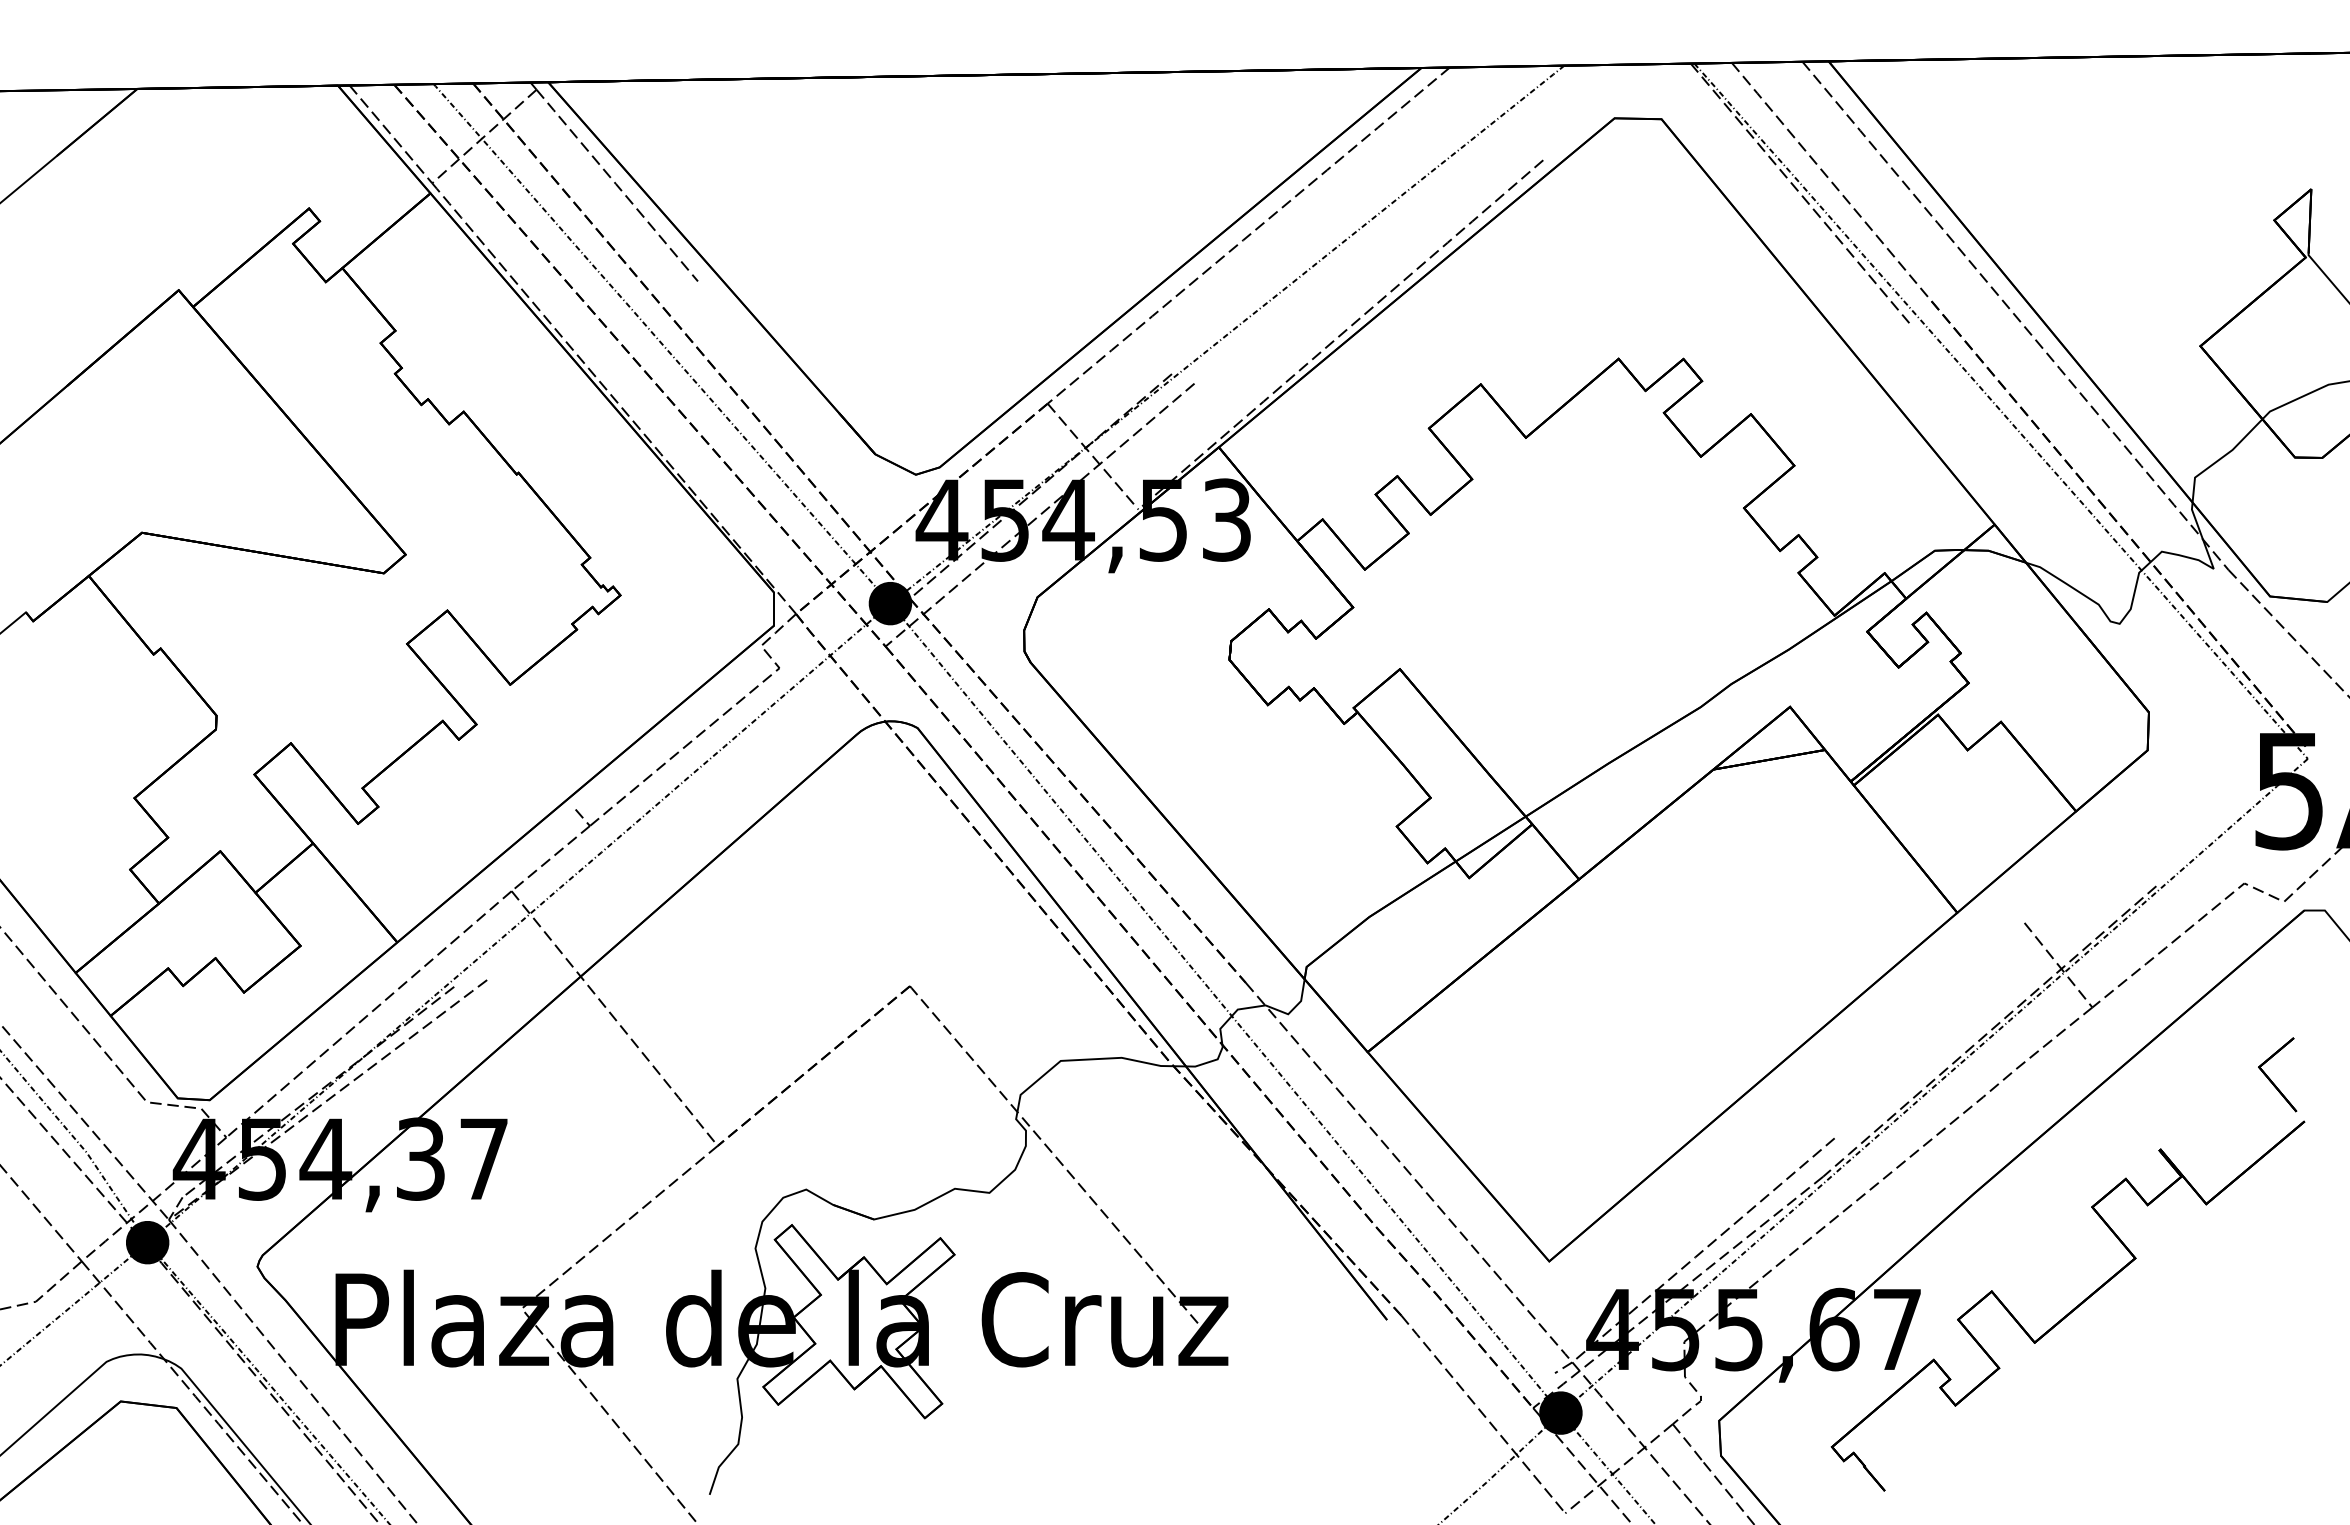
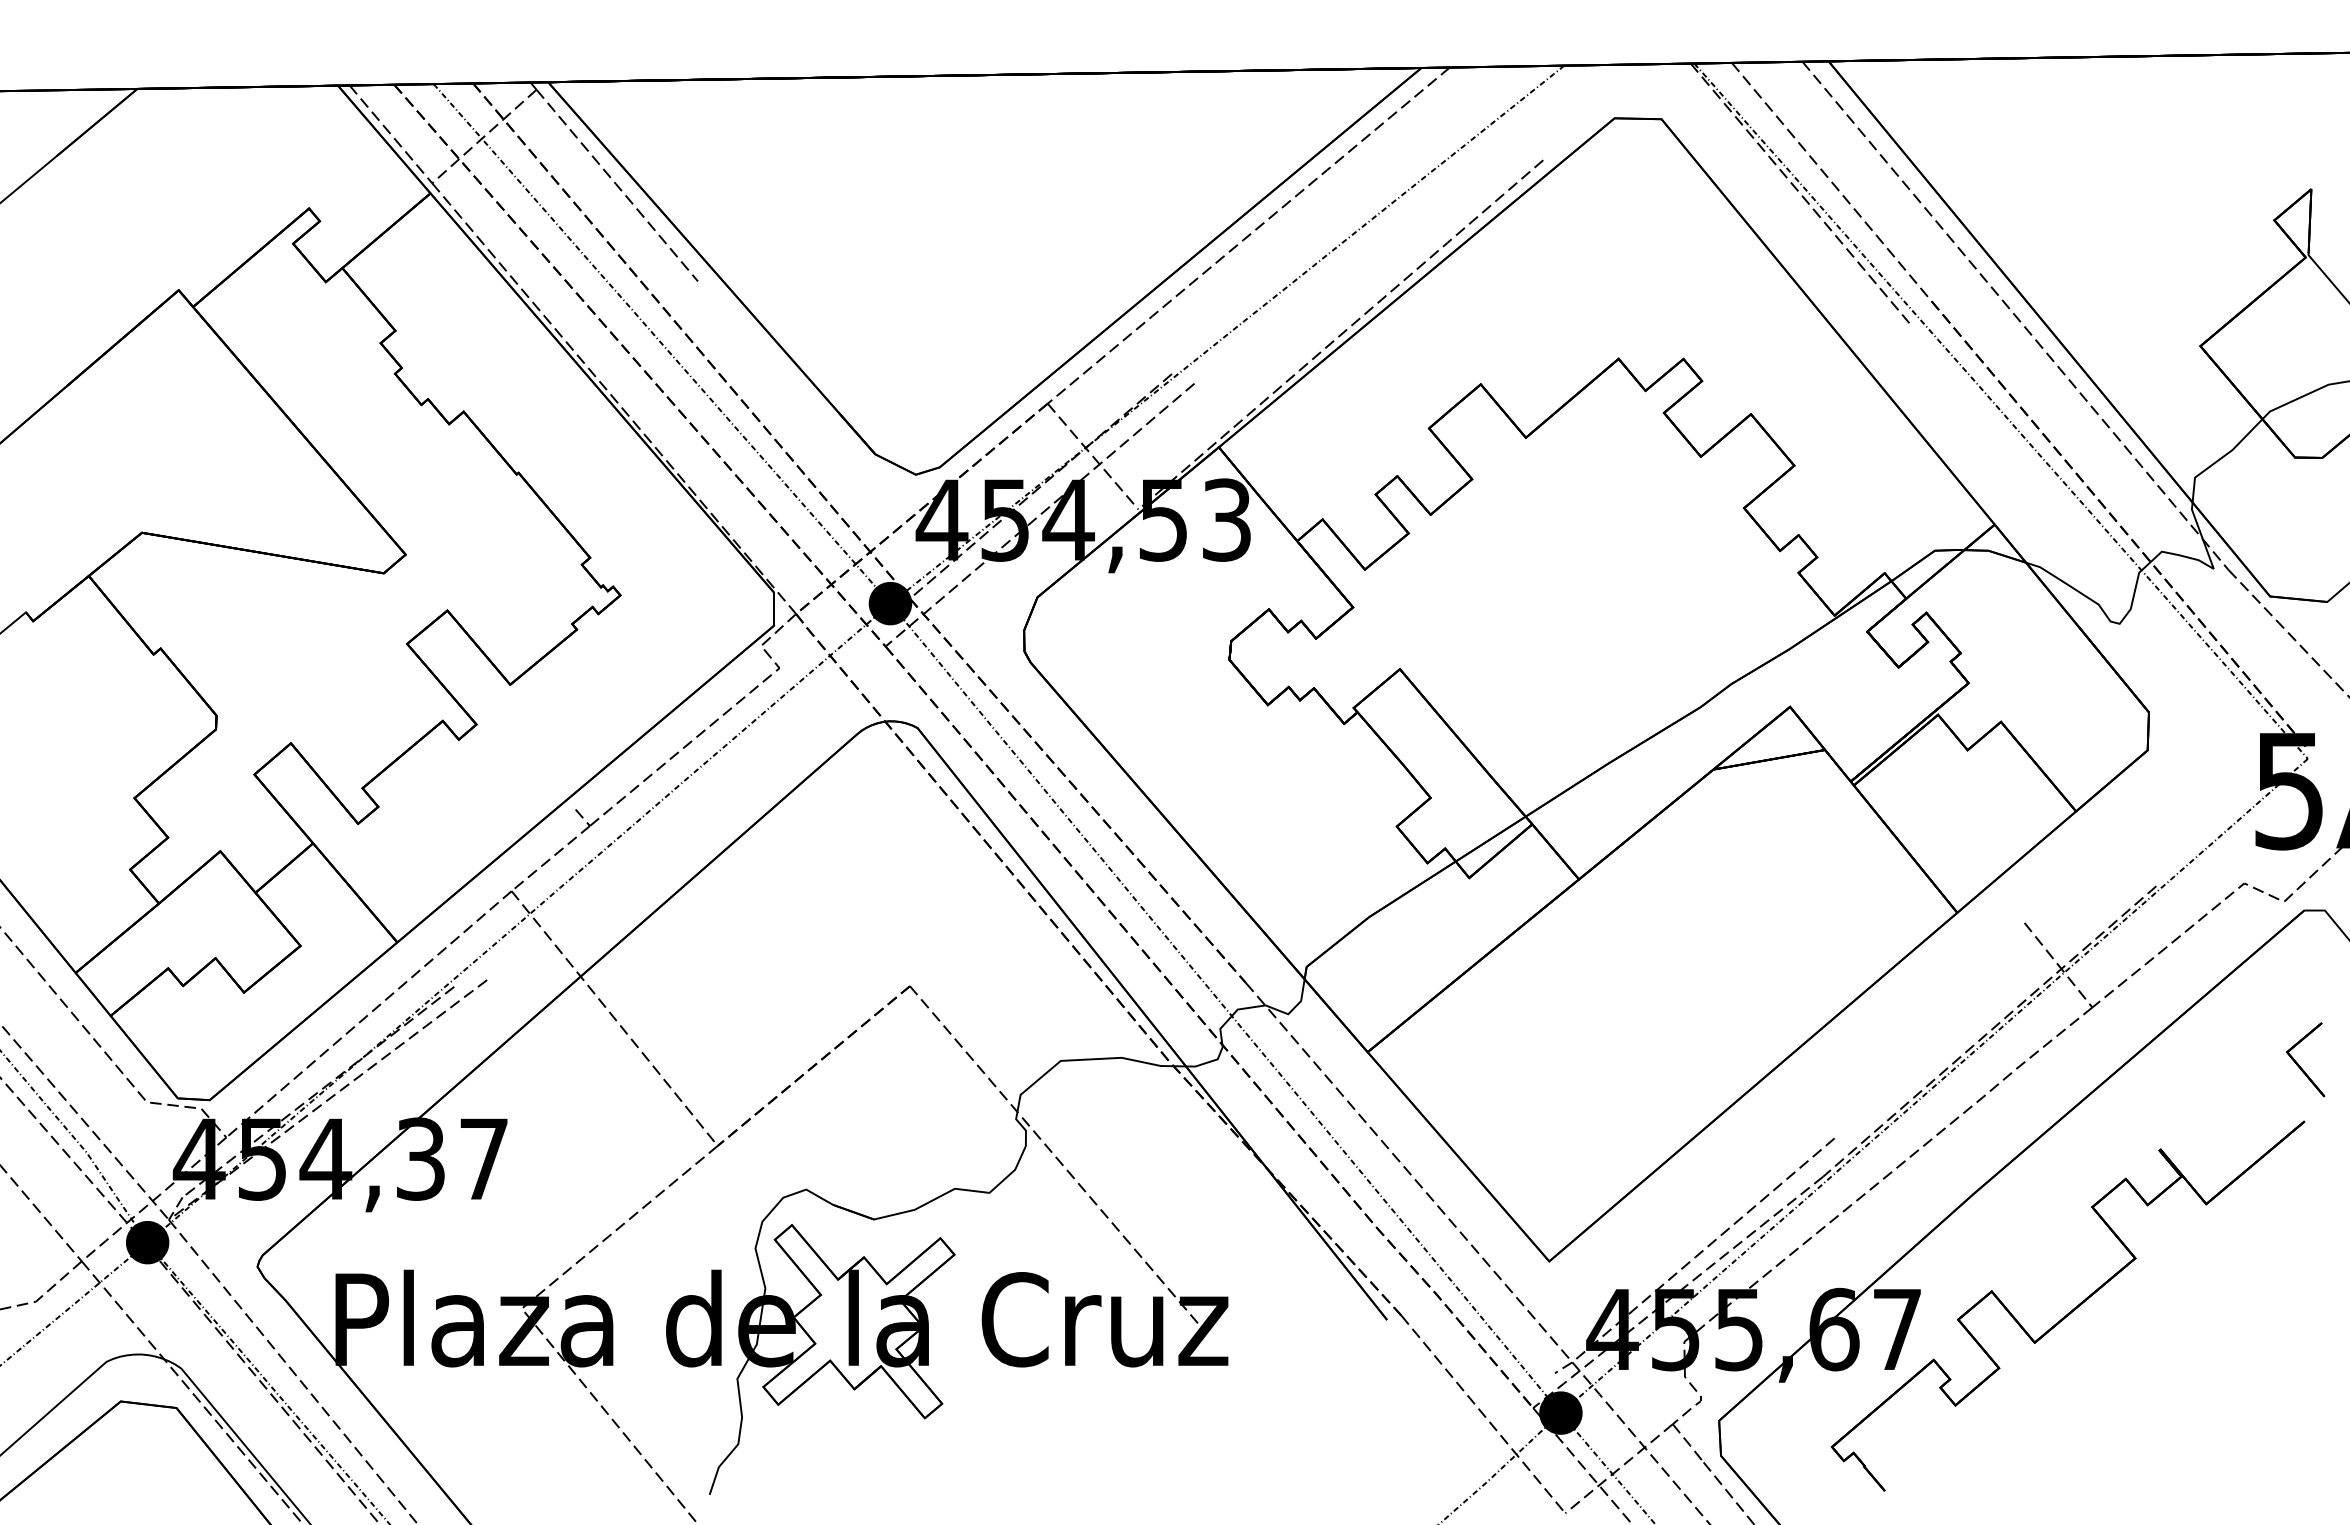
part at (2270, 1078) position: (2270, 1078) -> (2298, 1063)
